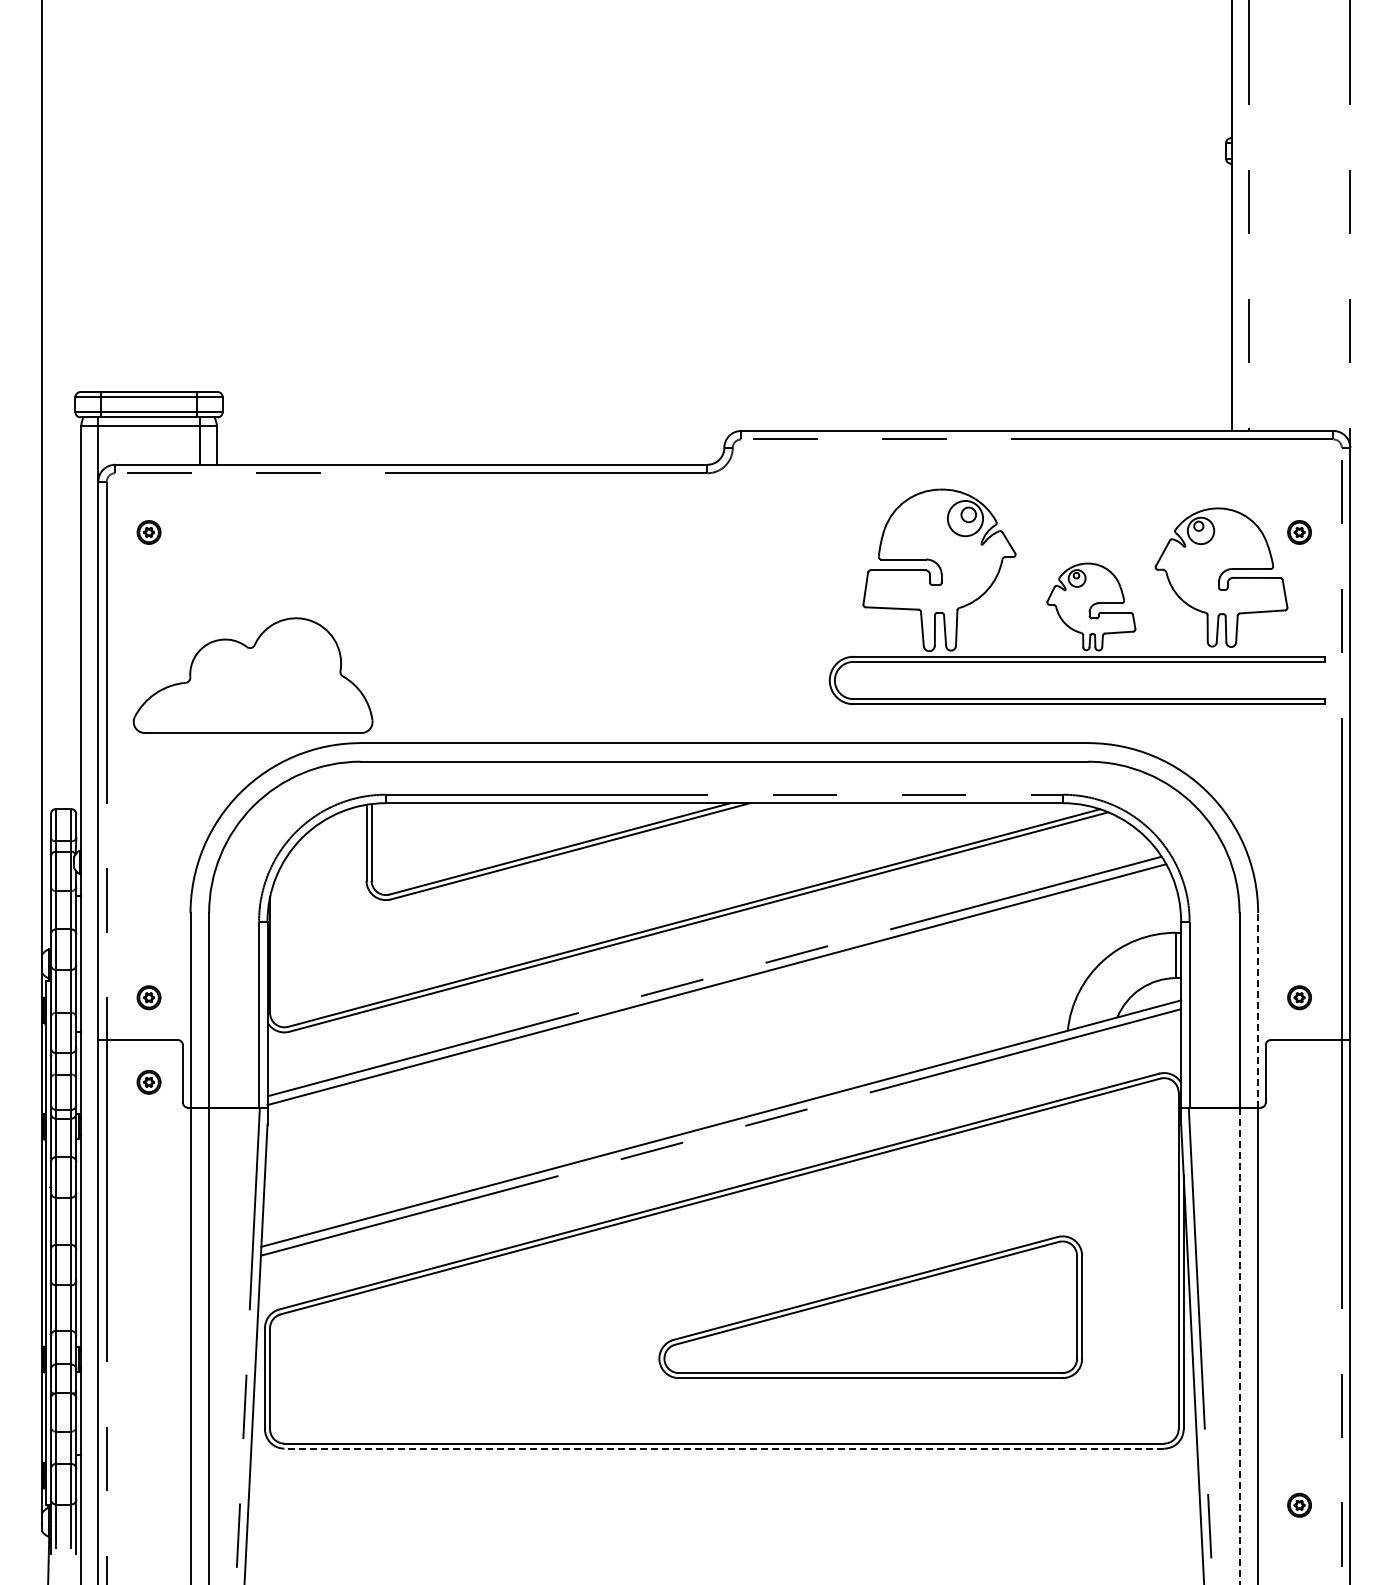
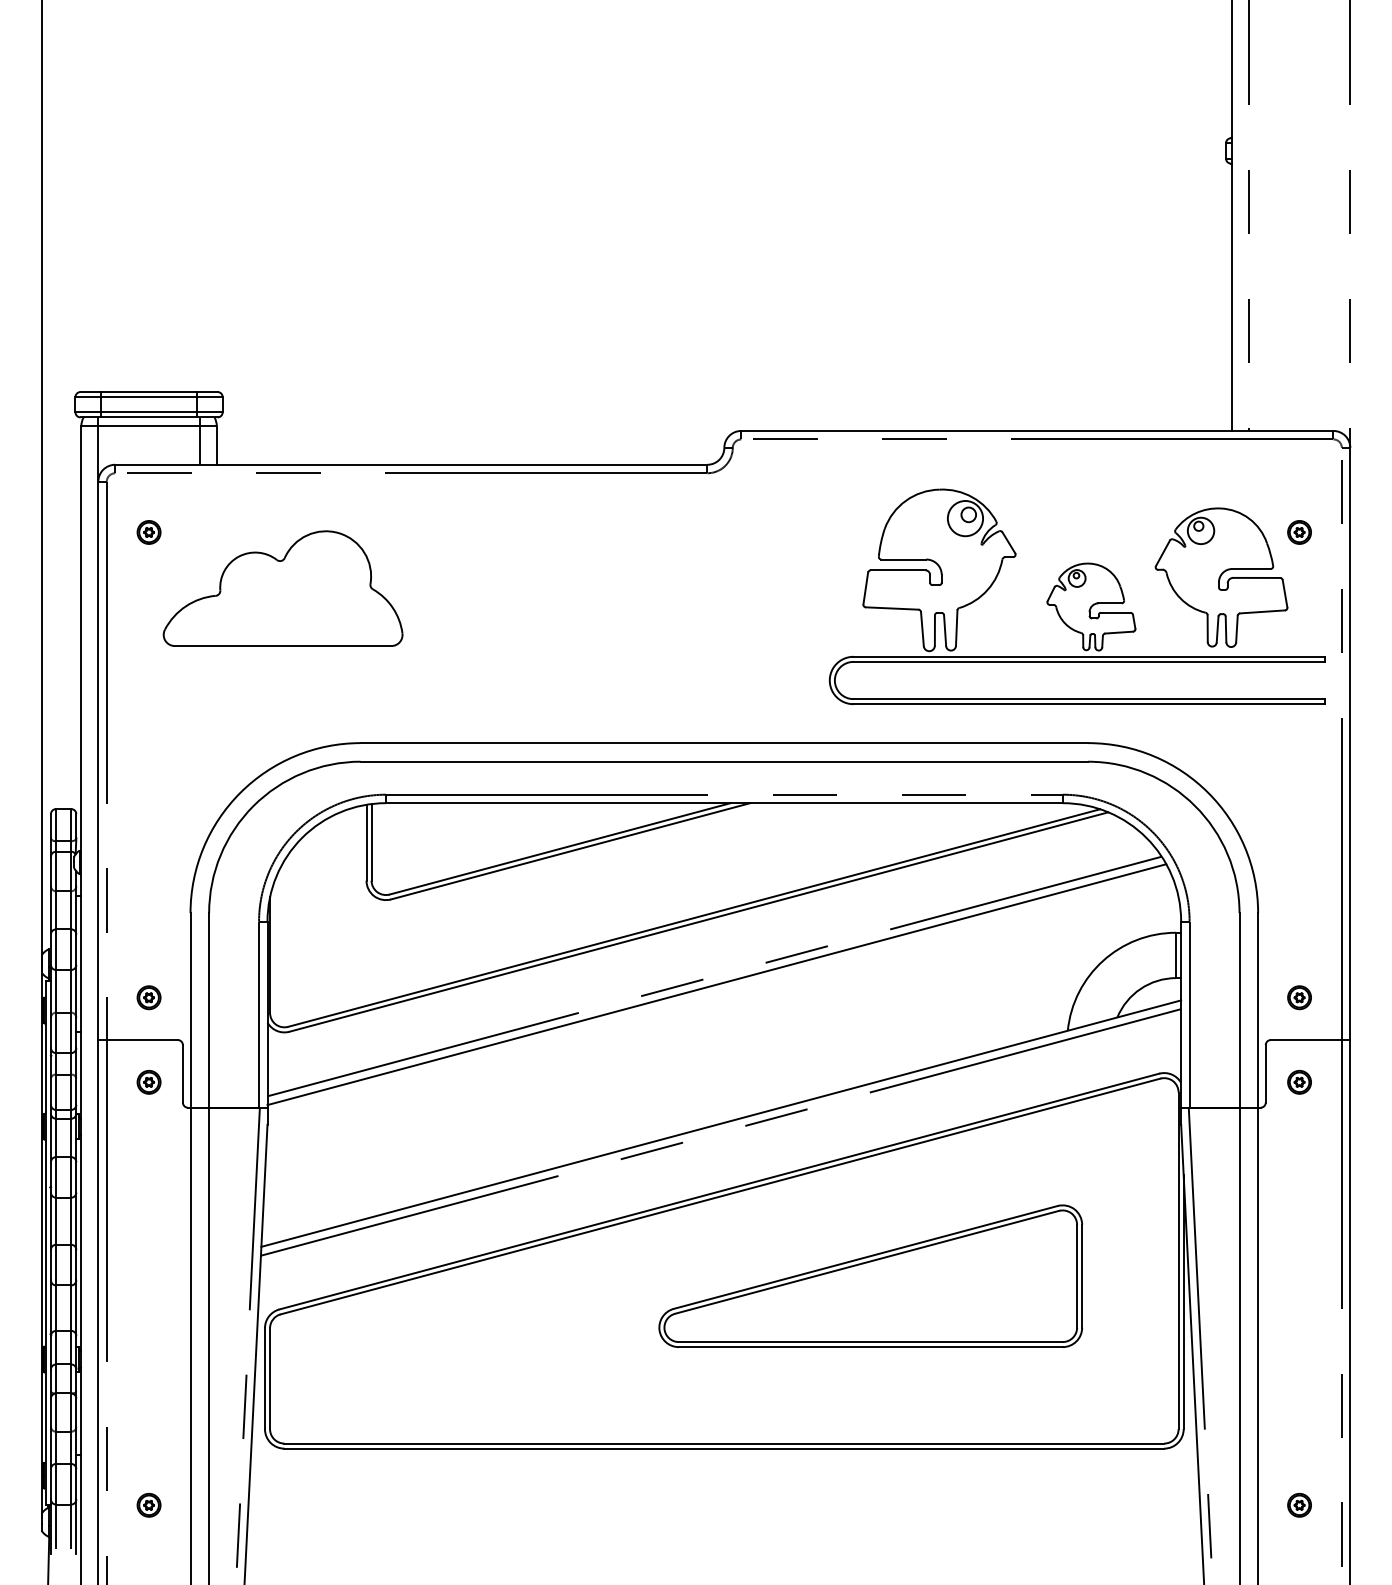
part at (252, 675) position: (252, 675) -> (282, 588)
line at (1258, 1009): dashed -> solid
part at (1299, 1082): none -> present
part at (870, 1306) position: (870, 1306) -> (870, 1275)
line at (1239, 1345): dashed -> solid
line at (724, 1448): dashed -> solid
part at (148, 1504): none -> present
